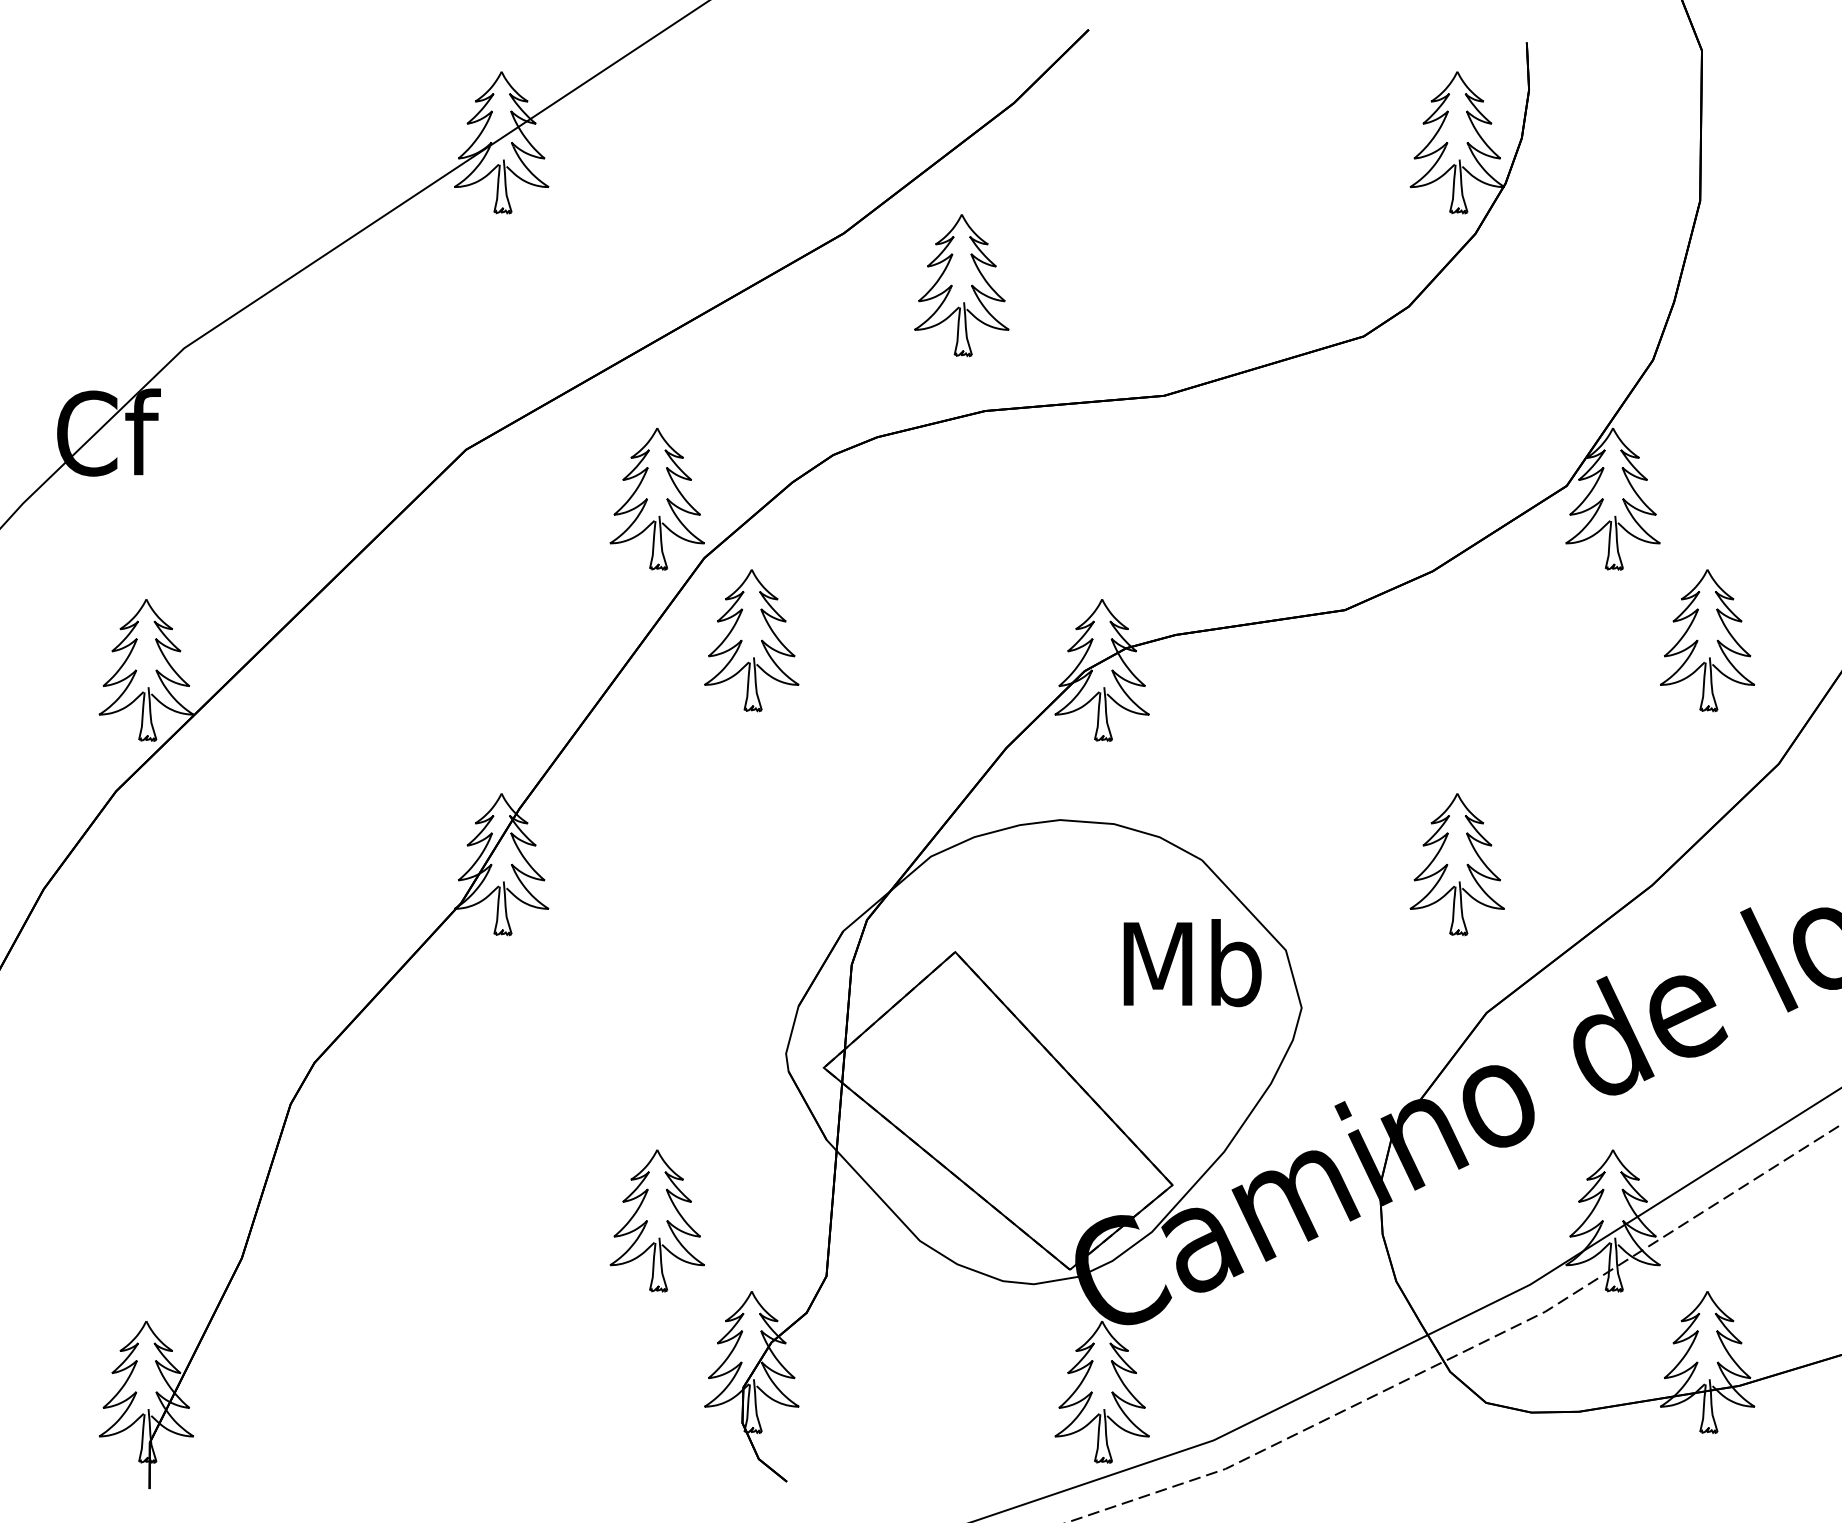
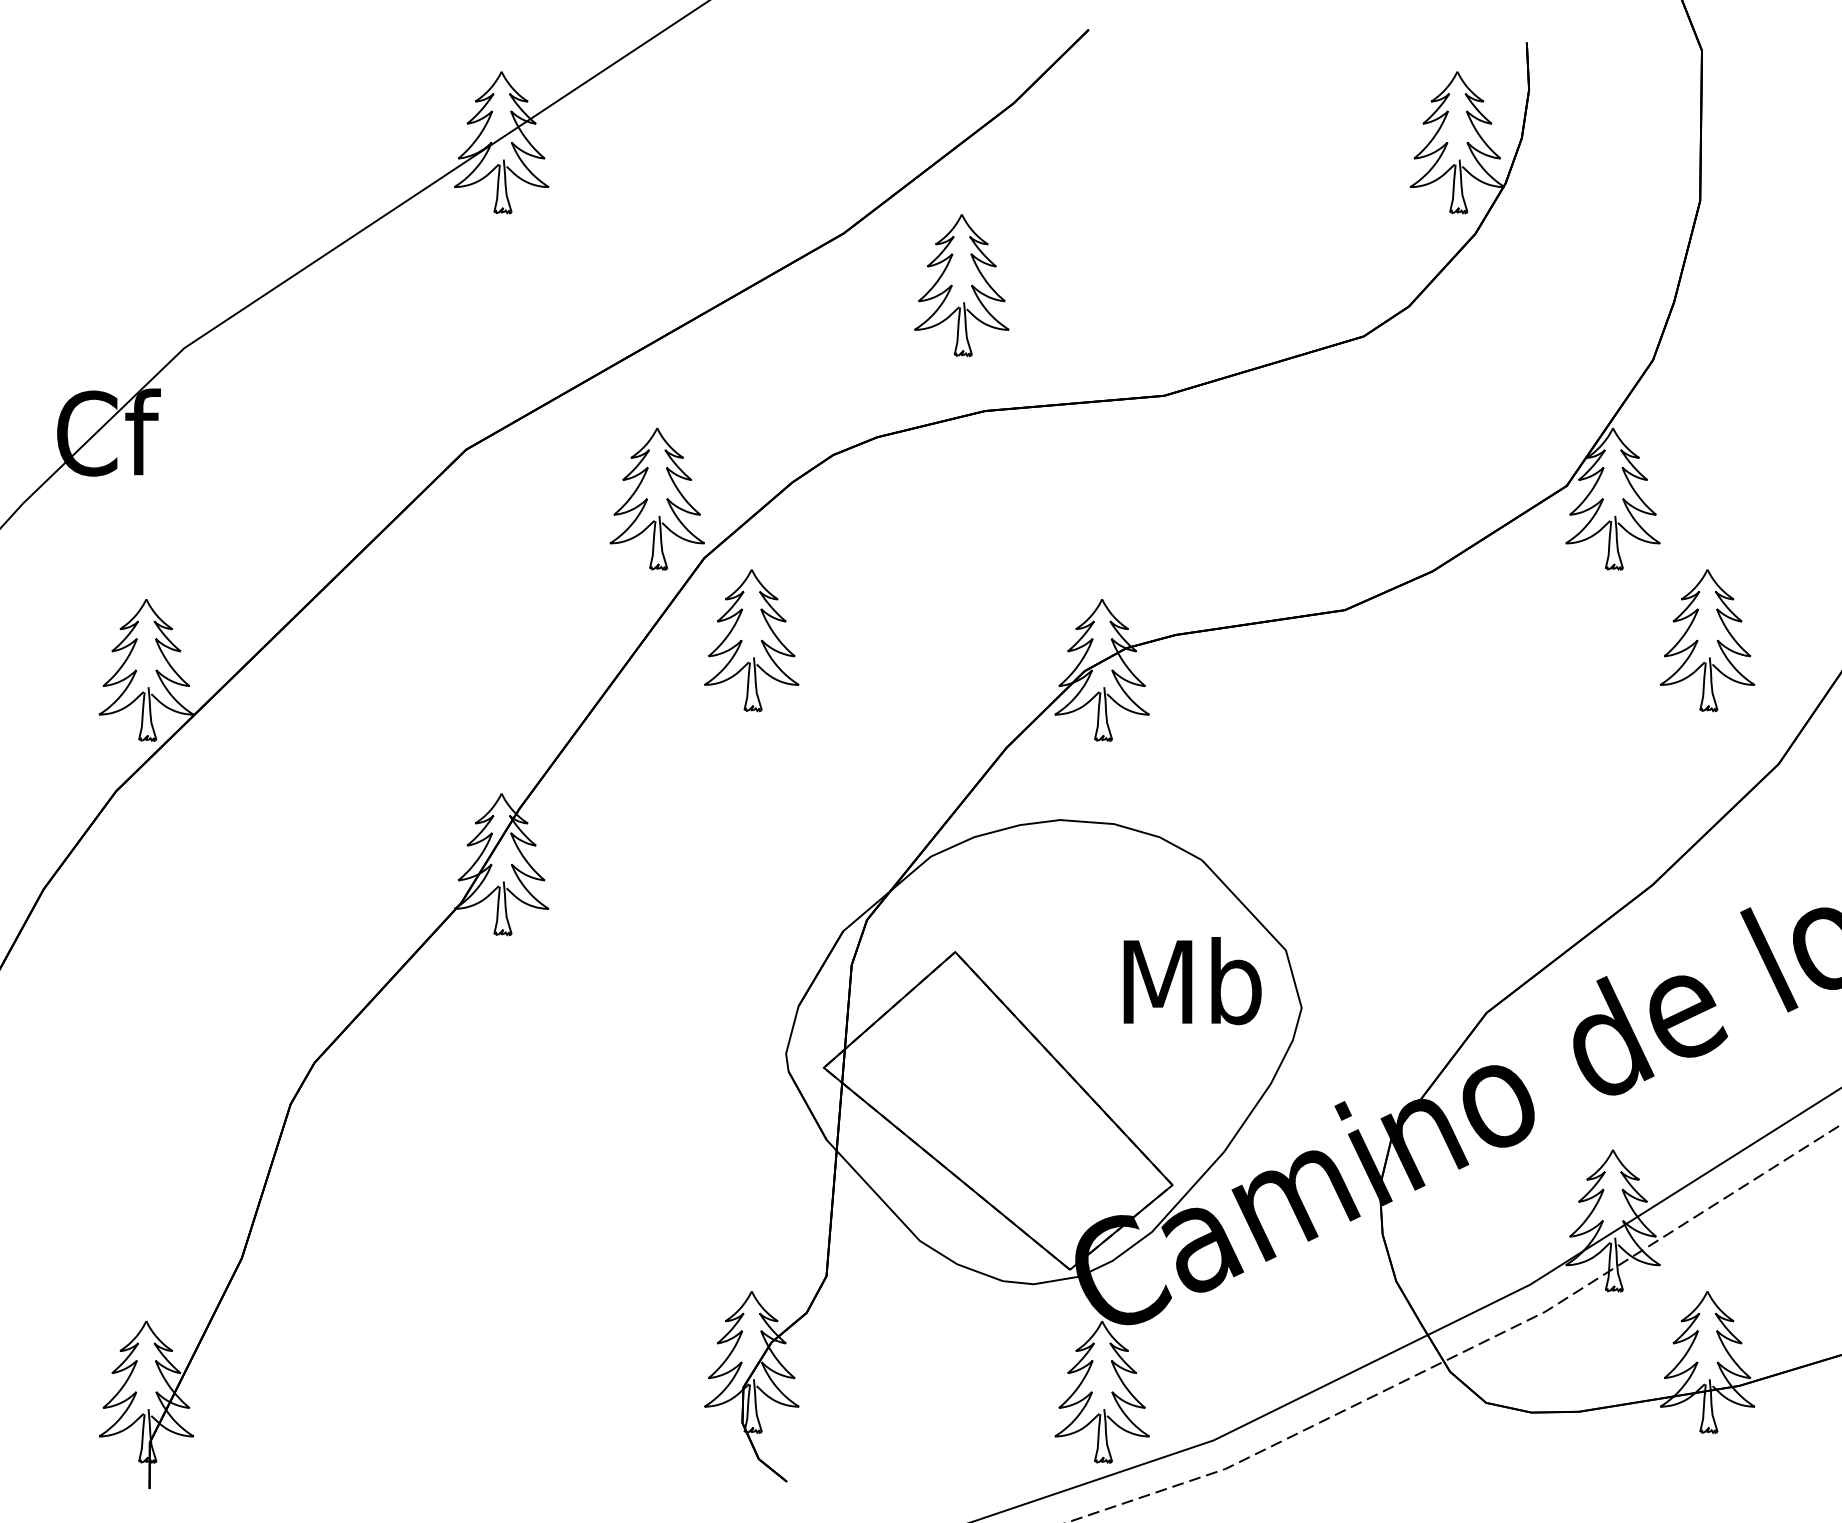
part at (1456, 864): present -> none
text at (1192, 963) position: (1192, 963) -> (1192, 981)
part at (656, 1220): present -> none
